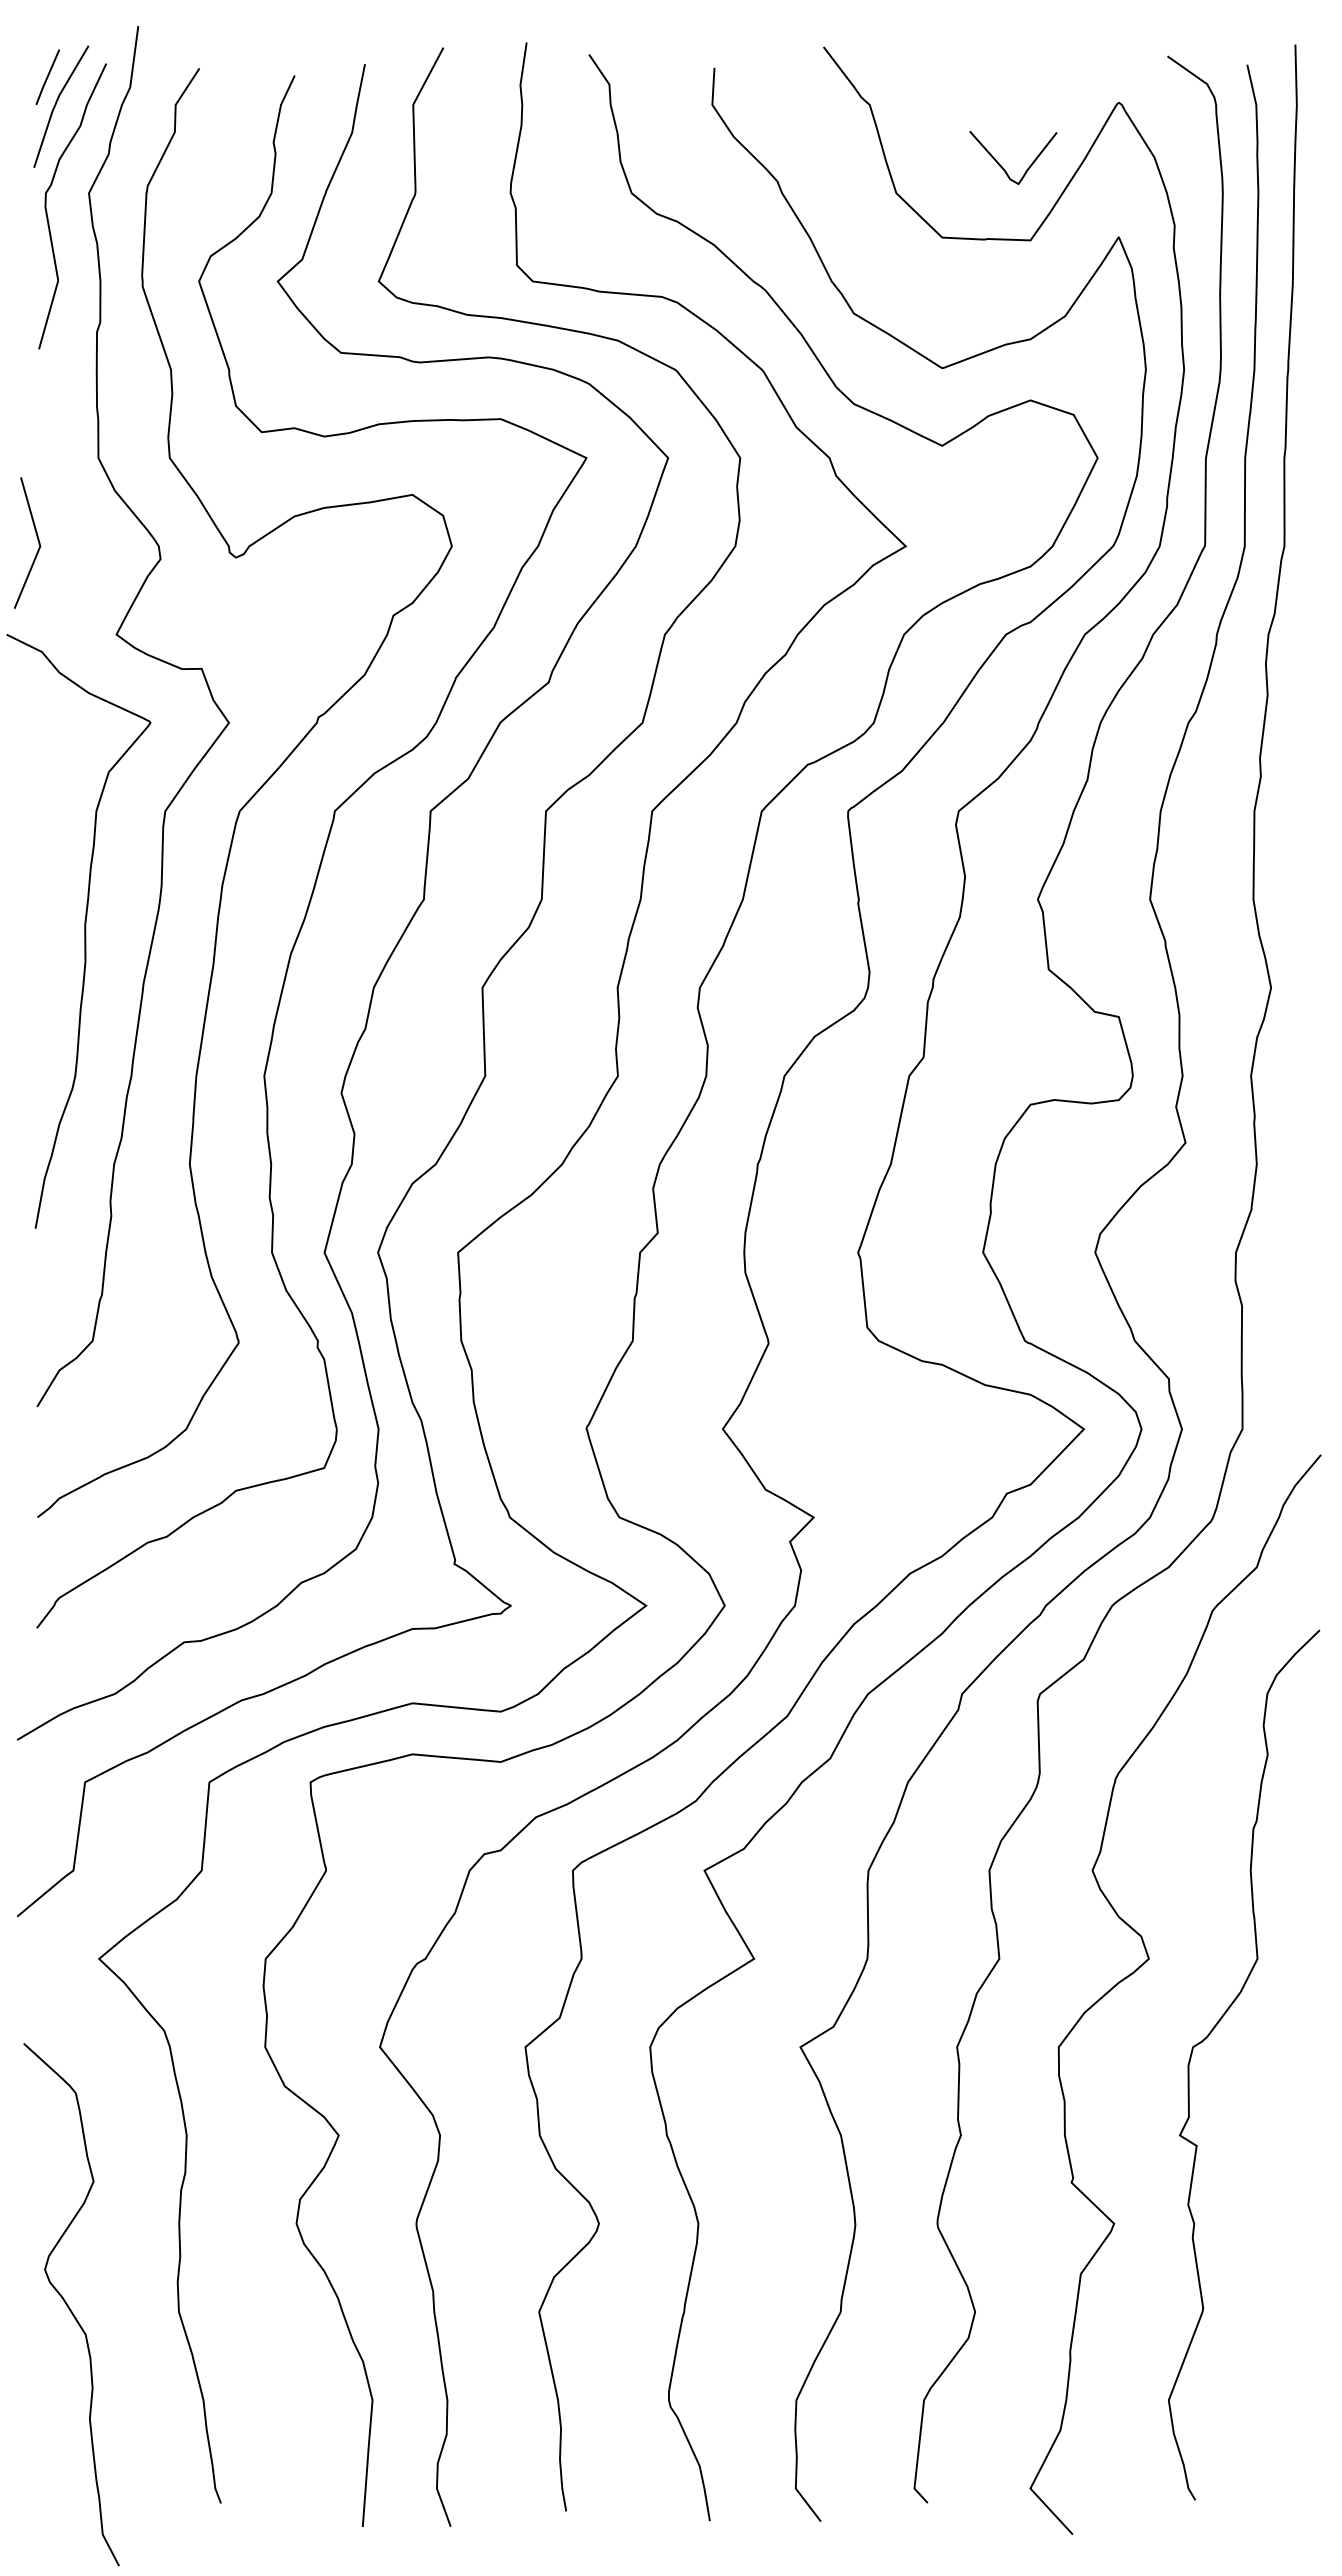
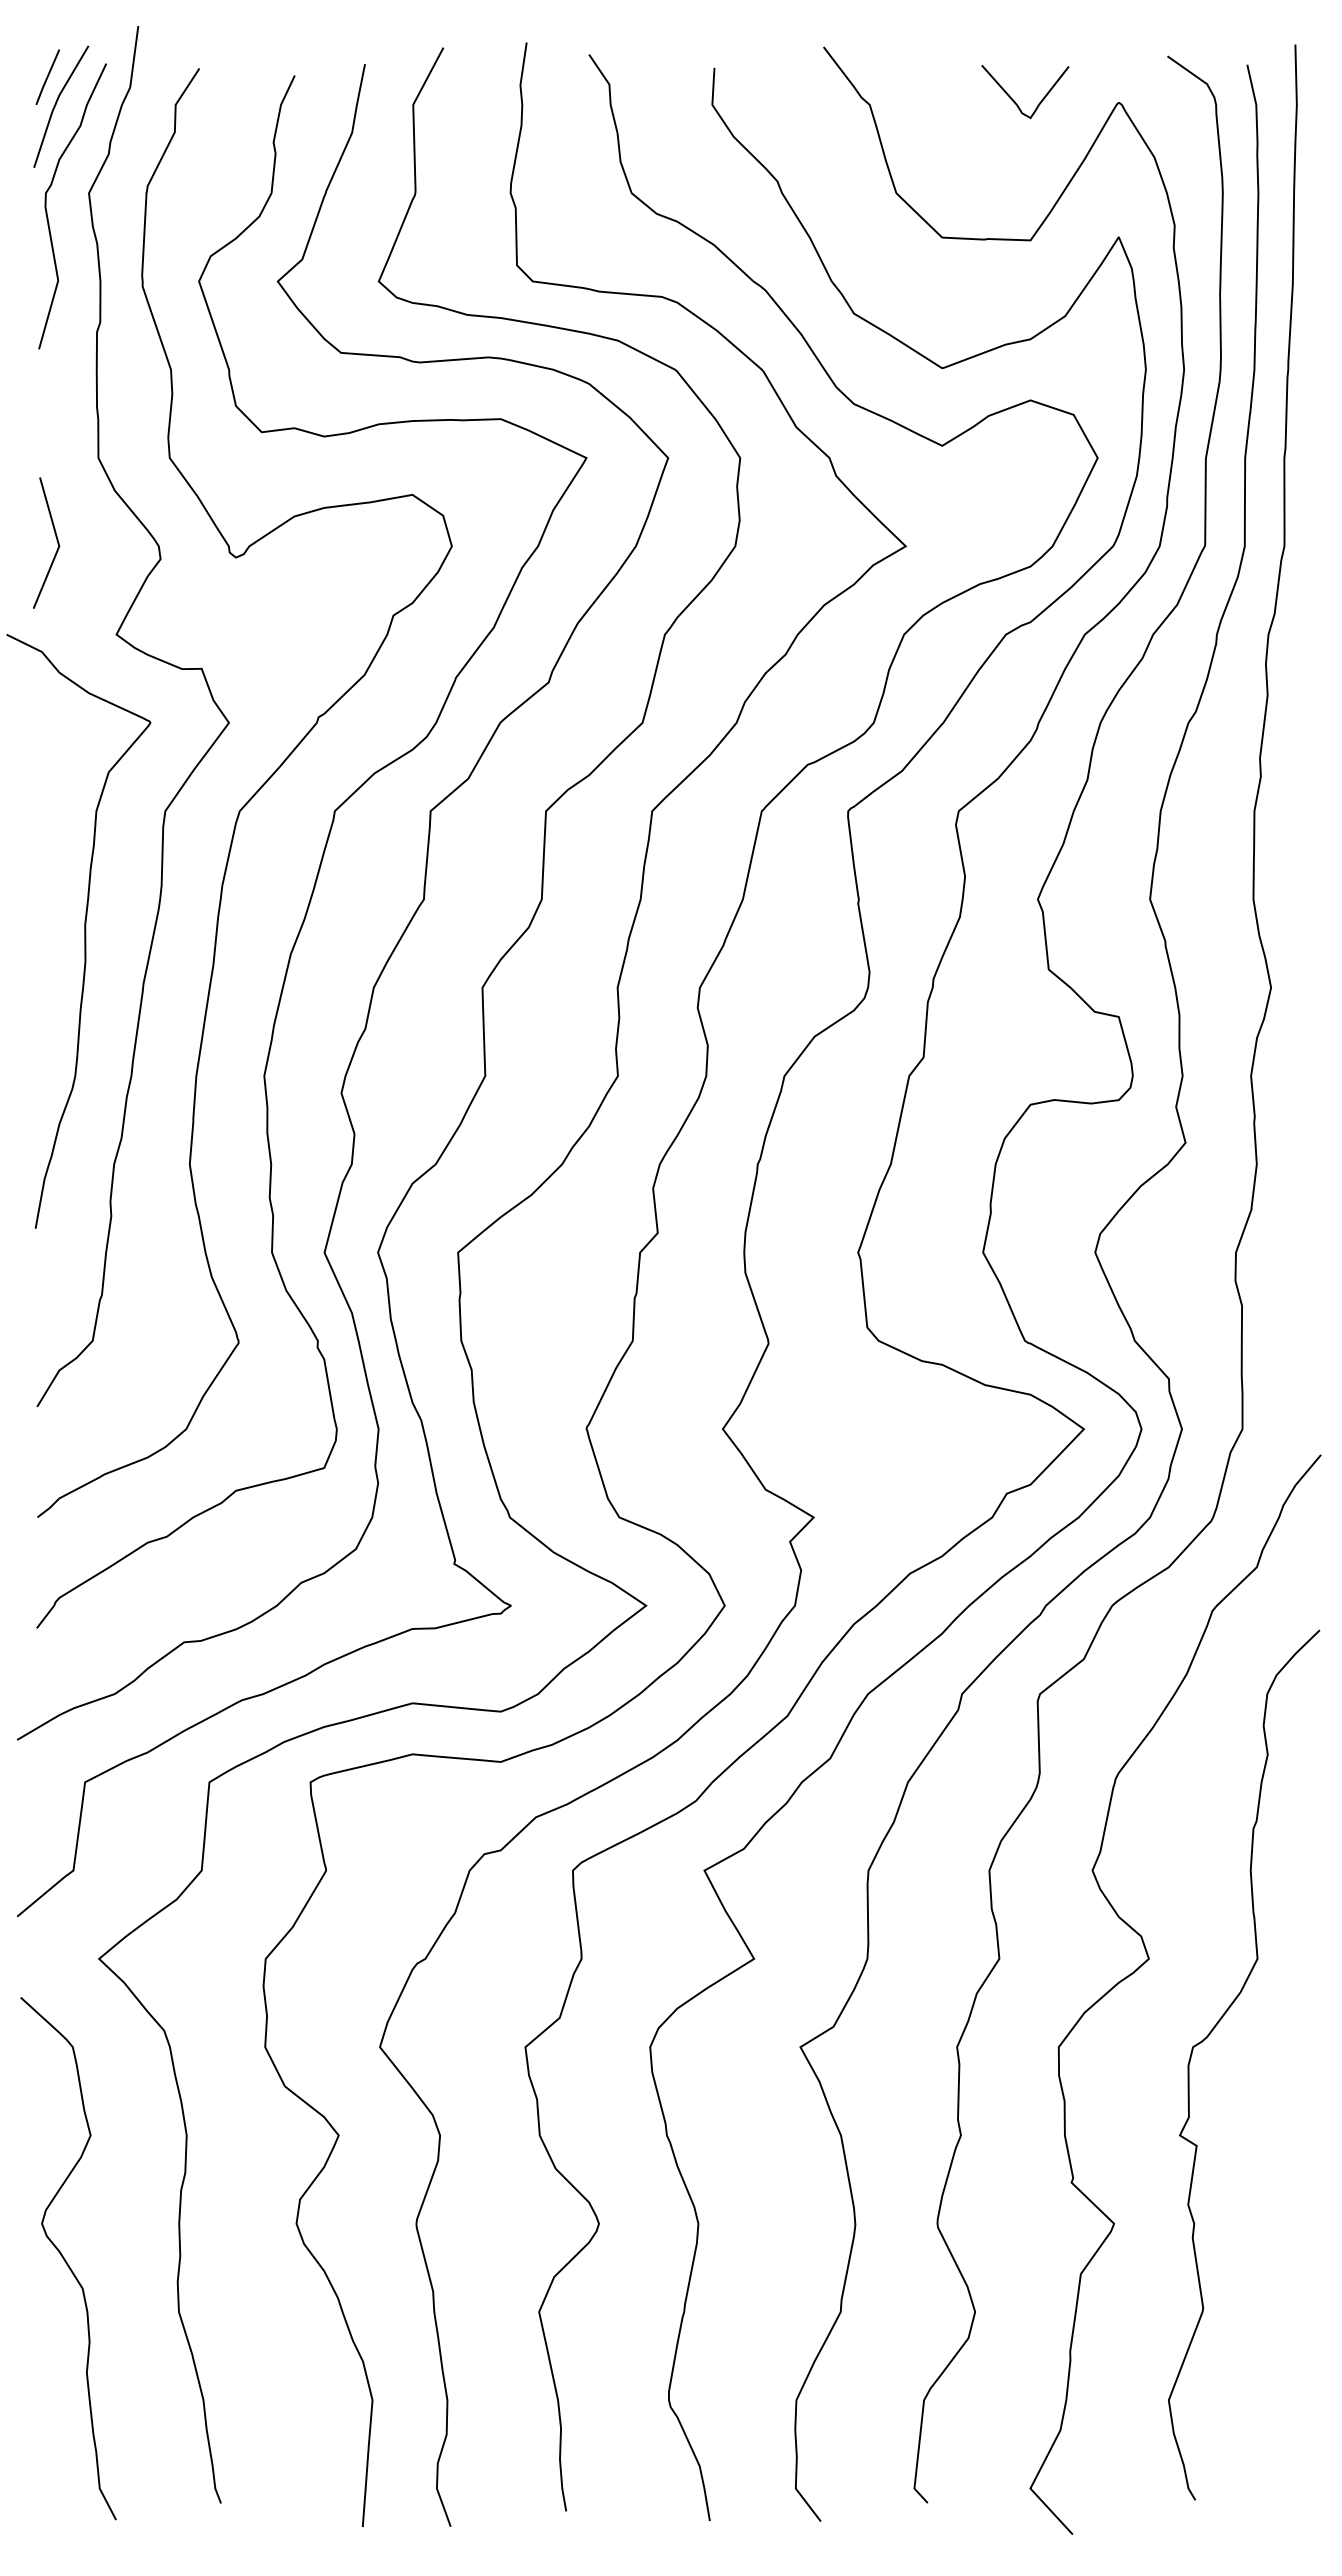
curve at (1003, 167) position: (1003, 167) -> (1015, 101)
line at (37, 540) position: (37, 540) -> (56, 540)
curve at (69, 2306) position: (69, 2306) -> (66, 2260)
